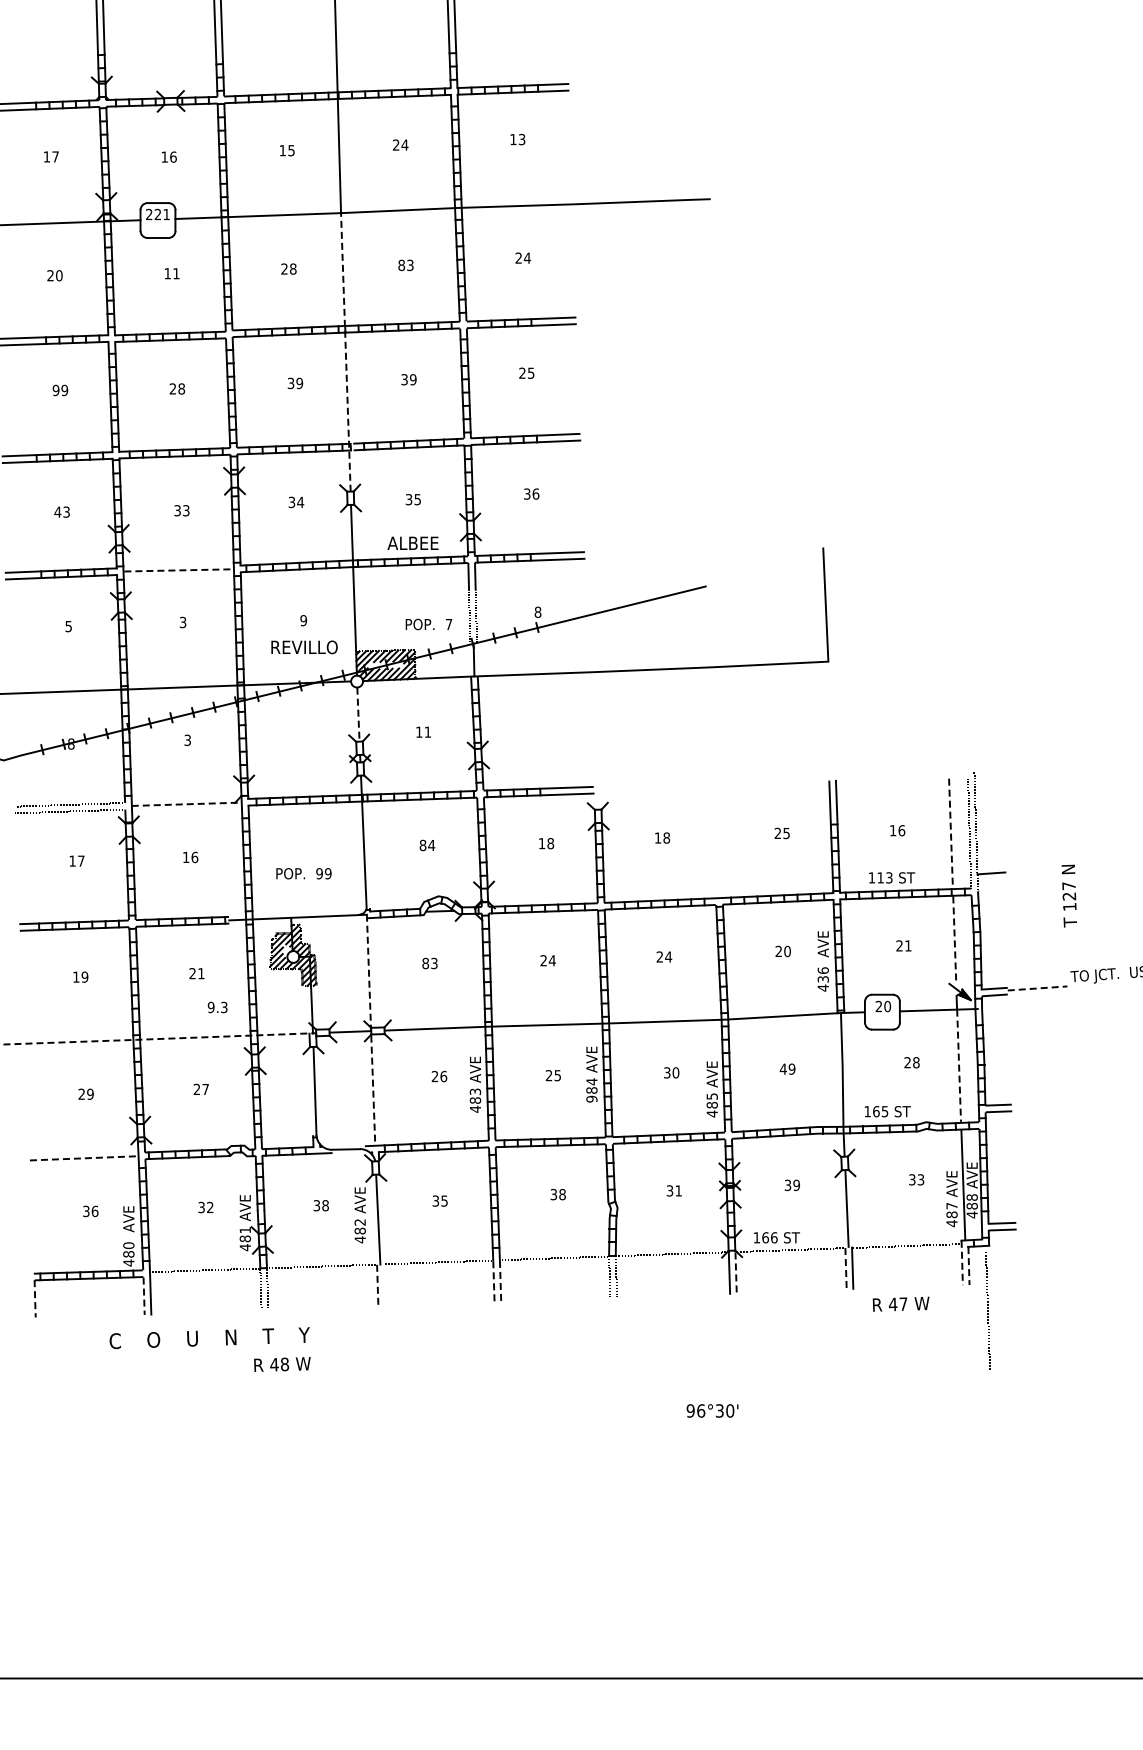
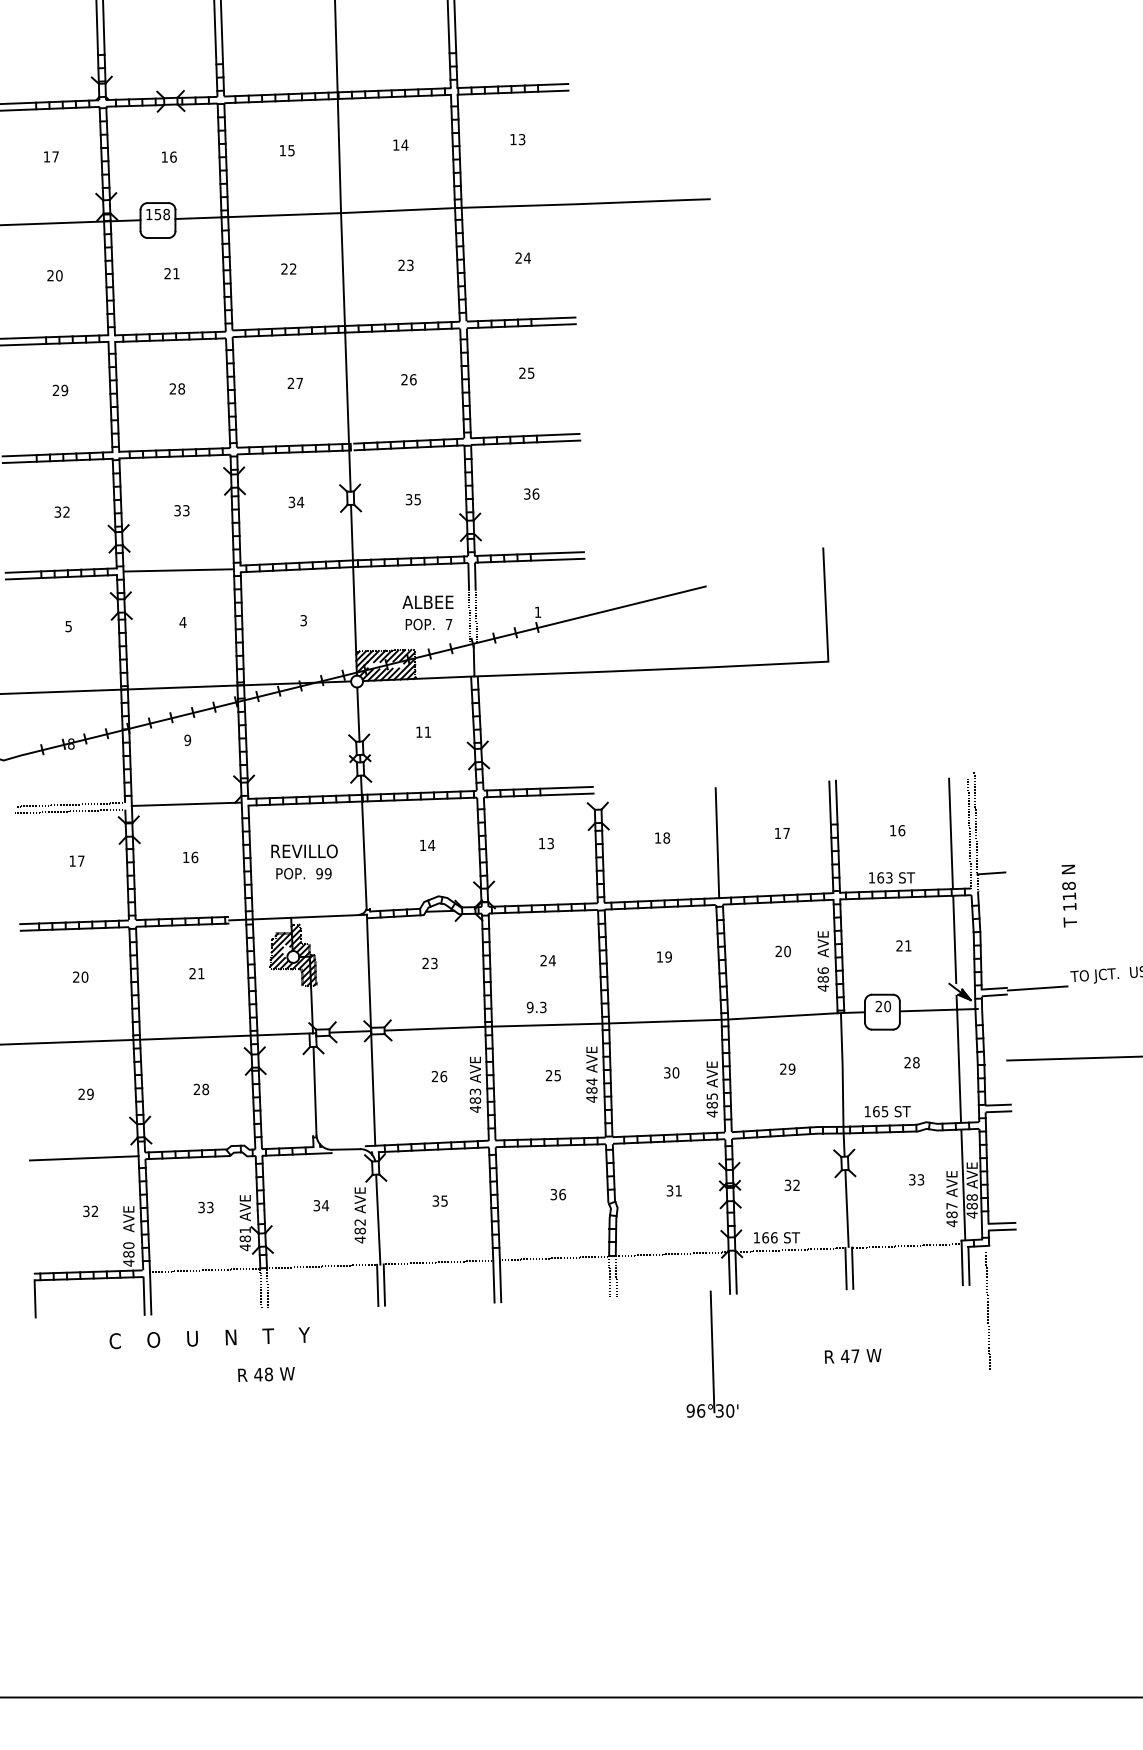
text at (396, 144): 24 -> 14
text at (157, 214): 221 -> 158
text at (401, 265): 83 -> 23
text at (293, 268): 28 -> 22
text at (167, 273): 11 -> 21
line at (345, 351): dashed -> solid
text at (408, 379): 39 -> 26
text at (295, 383): 39 -> 27
text at (55, 390): 99 -> 29
text at (61, 511): 43 -> 32
text at (412, 542) position: (412, 542) -> (427, 601)
line at (179, 570): dashed -> solid
text at (537, 611): 8 -> 1
text at (303, 620): 9 -> 3
text at (182, 622): 3 -> 4
text at (304, 647) position: (304, 647) -> (304, 851)
line at (358, 715): dashed -> solid
text at (187, 739): 3 -> 9
line at (186, 804): dashed -> solid
text at (781, 833): 25 -> 17
line at (950, 833): dashed -> solid
text at (550, 843): 18 -> 13
line at (717, 843): none -> present
text at (422, 845): 84 -> 14
text at (880, 877): 113 -> 163
text at (1069, 890): 127 -> 118
line at (954, 940): dashed -> solid
text at (664, 956): 24 -> 19
text at (425, 963): 83 -> 23
text at (80, 976): 19 -> 20
text at (822, 979): 436 -> 486
line at (1037, 988): dashed -> solid
text at (217, 1007) position: (217, 1007) -> (536, 1007)
line at (371, 1030): dashed -> solid
line at (157, 1039): dashed -> solid
line at (1073, 1058): none -> present
line at (959, 1066): dashed -> solid
text at (782, 1068): 49 -> 29
text at (205, 1089): 27 -> 28
text at (591, 1098): 984 -> 484
line at (84, 1158): dashed -> solid
text at (796, 1185): 39 -> 32
text at (562, 1194): 38 -> 36
text at (325, 1205): 38 -> 34
text at (210, 1207): 32 -> 33
text at (94, 1211): 36 -> 32
line at (962, 1263): dashed -> solid
line at (968, 1266): dashed -> solid
line at (846, 1268): dashed -> solid
line at (736, 1273): dashed -> solid
line at (493, 1281): dashed -> solid
line at (500, 1281): dashed -> solid
line at (384, 1284): none -> present
line at (377, 1285): dashed -> solid
line at (144, 1296): dashed -> solid
line at (35, 1298): dashed -> solid
text at (900, 1303) position: (900, 1303) -> (852, 1355)
line at (712, 1351): none -> present
text at (282, 1364) position: (282, 1364) -> (266, 1374)
line at (570, 1678) position: (570, 1678) -> (570, 1697)
